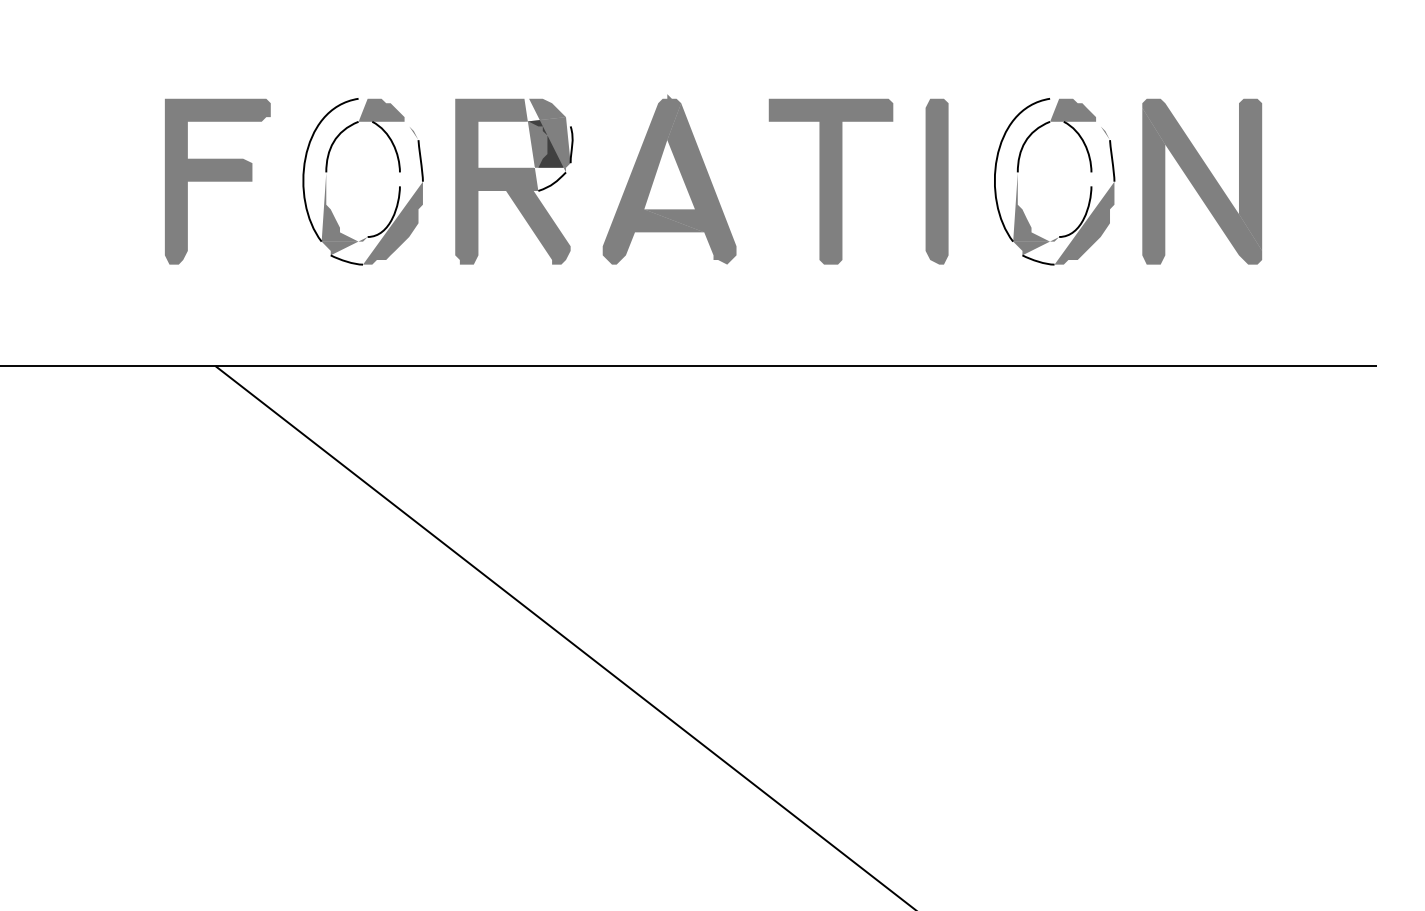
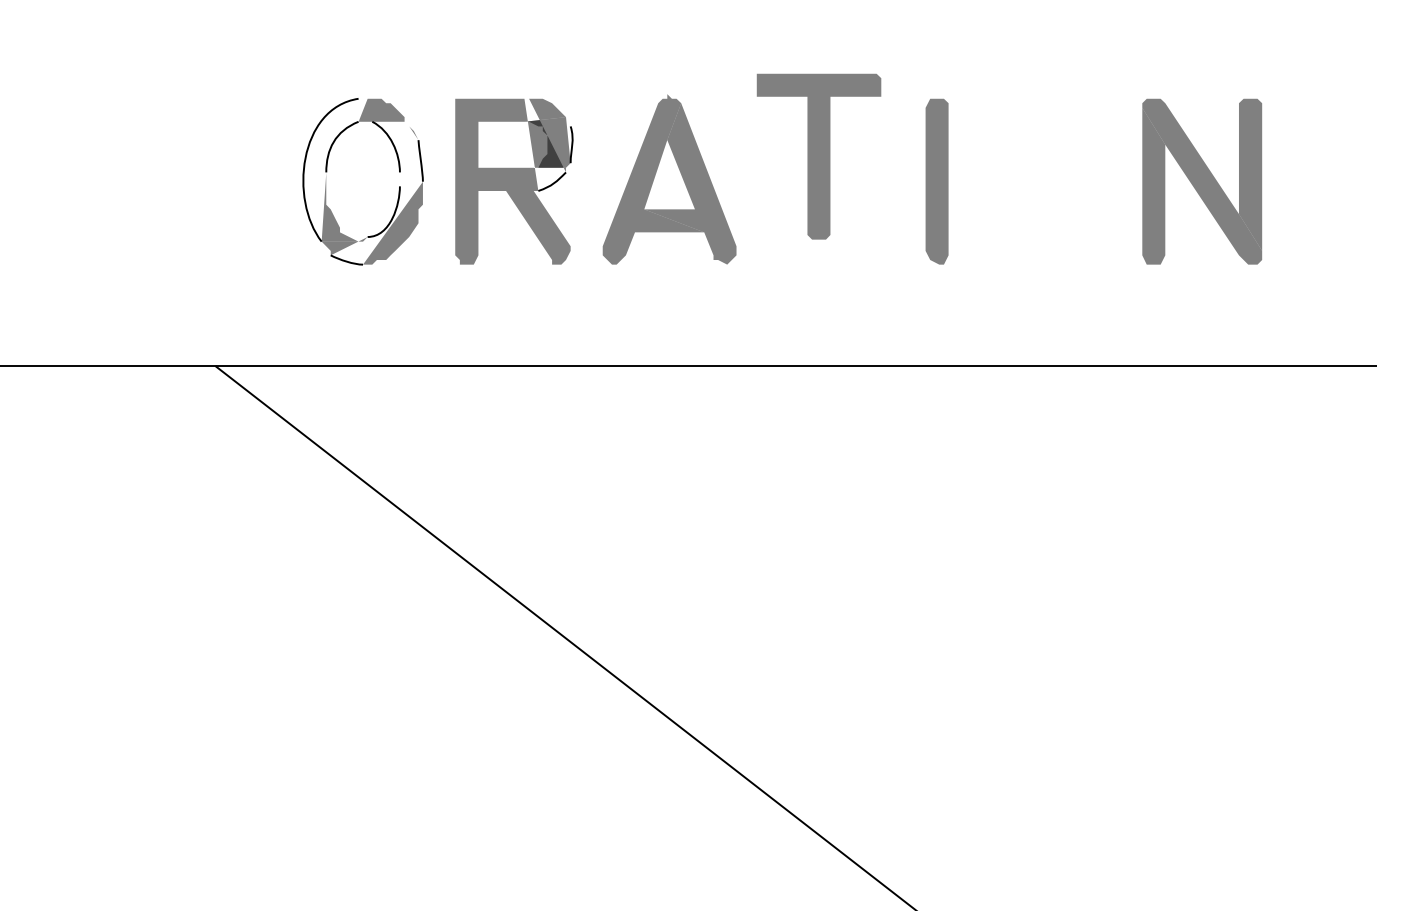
fill at (217, 181): present -> none
part at (831, 181) position: (831, 181) -> (819, 156)
part at (1090, 186): present -> none
